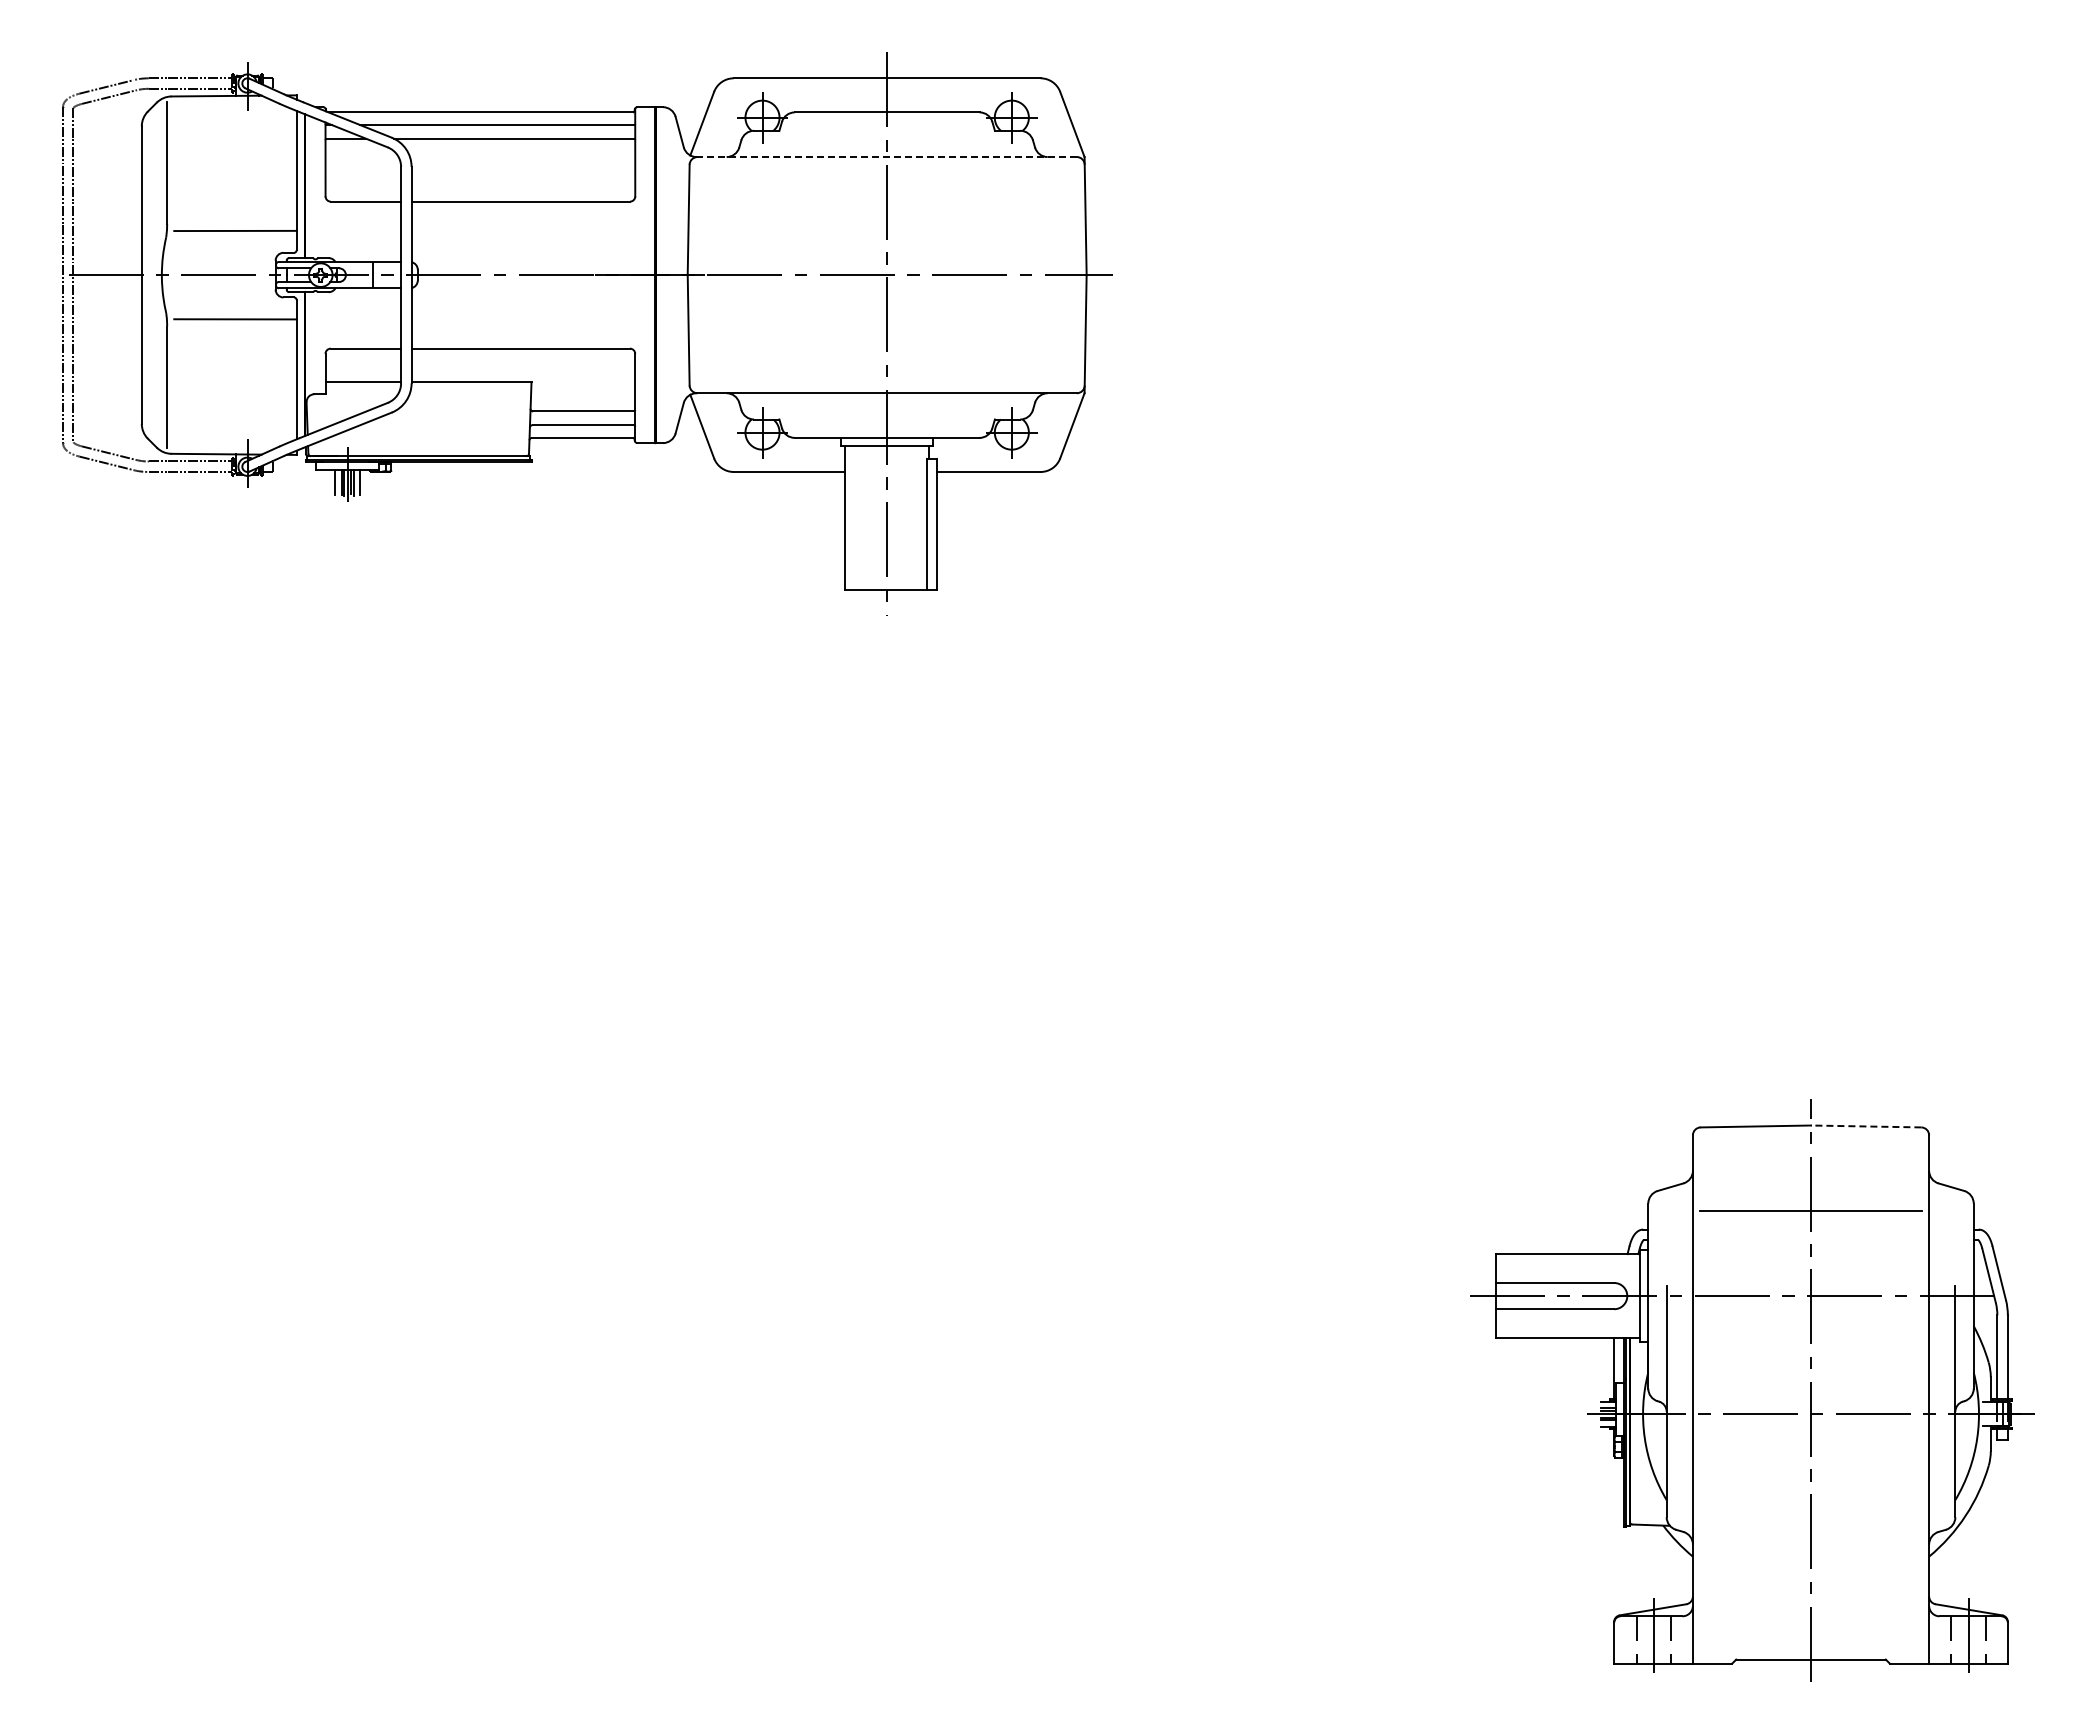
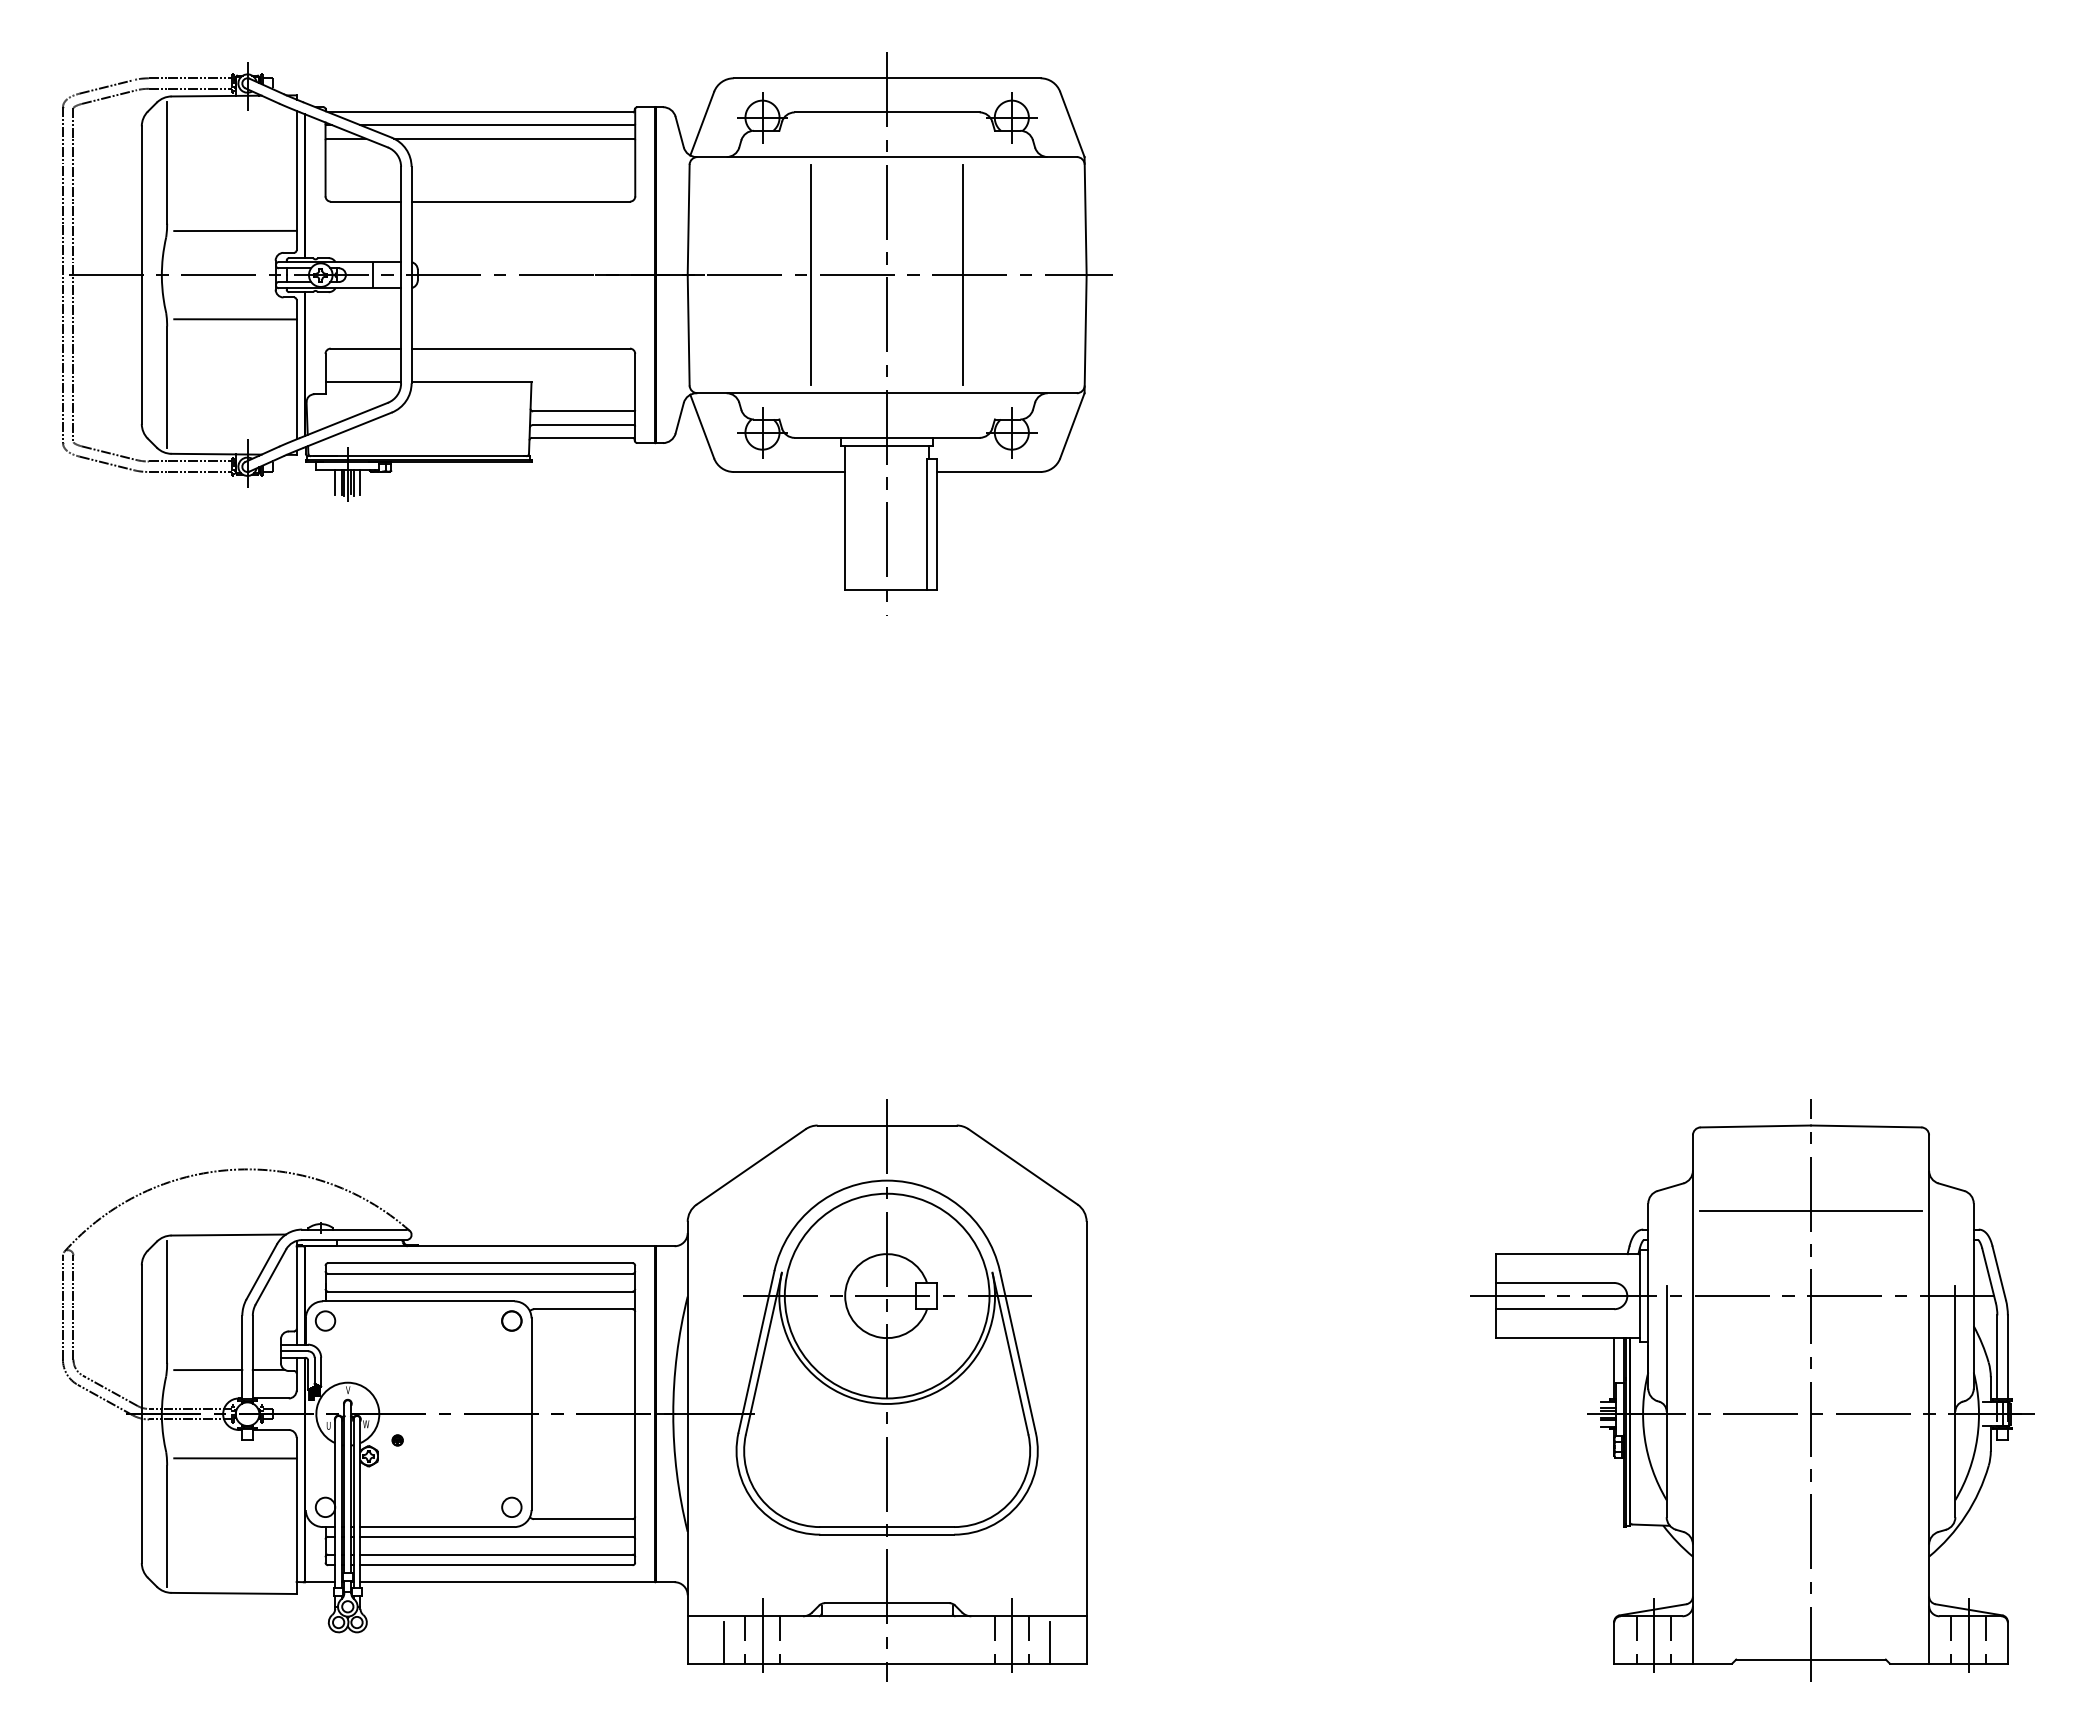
line at (887, 157): dashed -> solid
line at (811, 274): none -> present
line at (963, 274): none -> present
line at (1865, 1126): dashed -> solid
part at (574, 1390): none -> present
